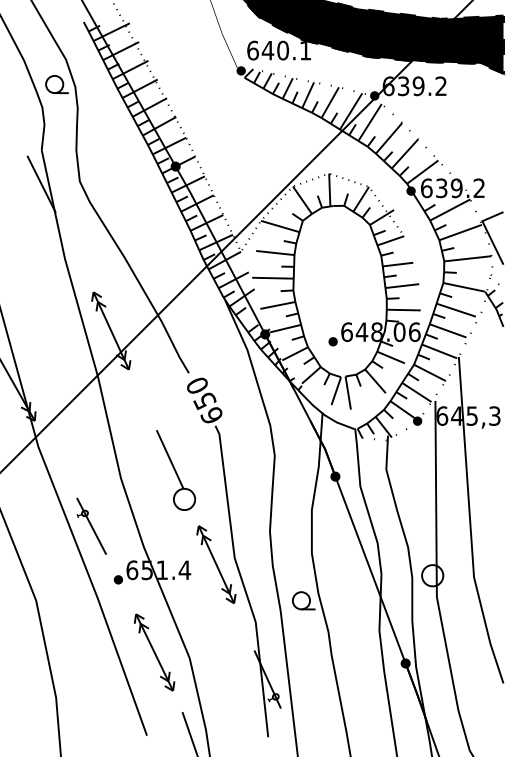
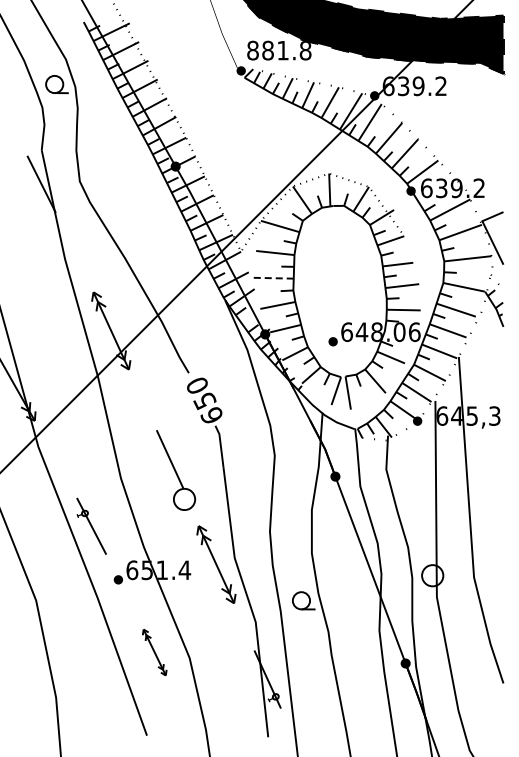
text at (279, 50): 640.1 -> 881.8
line at (272, 278): solid -> dashed
part at (154, 652) size: 42x79 px -> 26x48 px
line at (189, 733): present -> none
